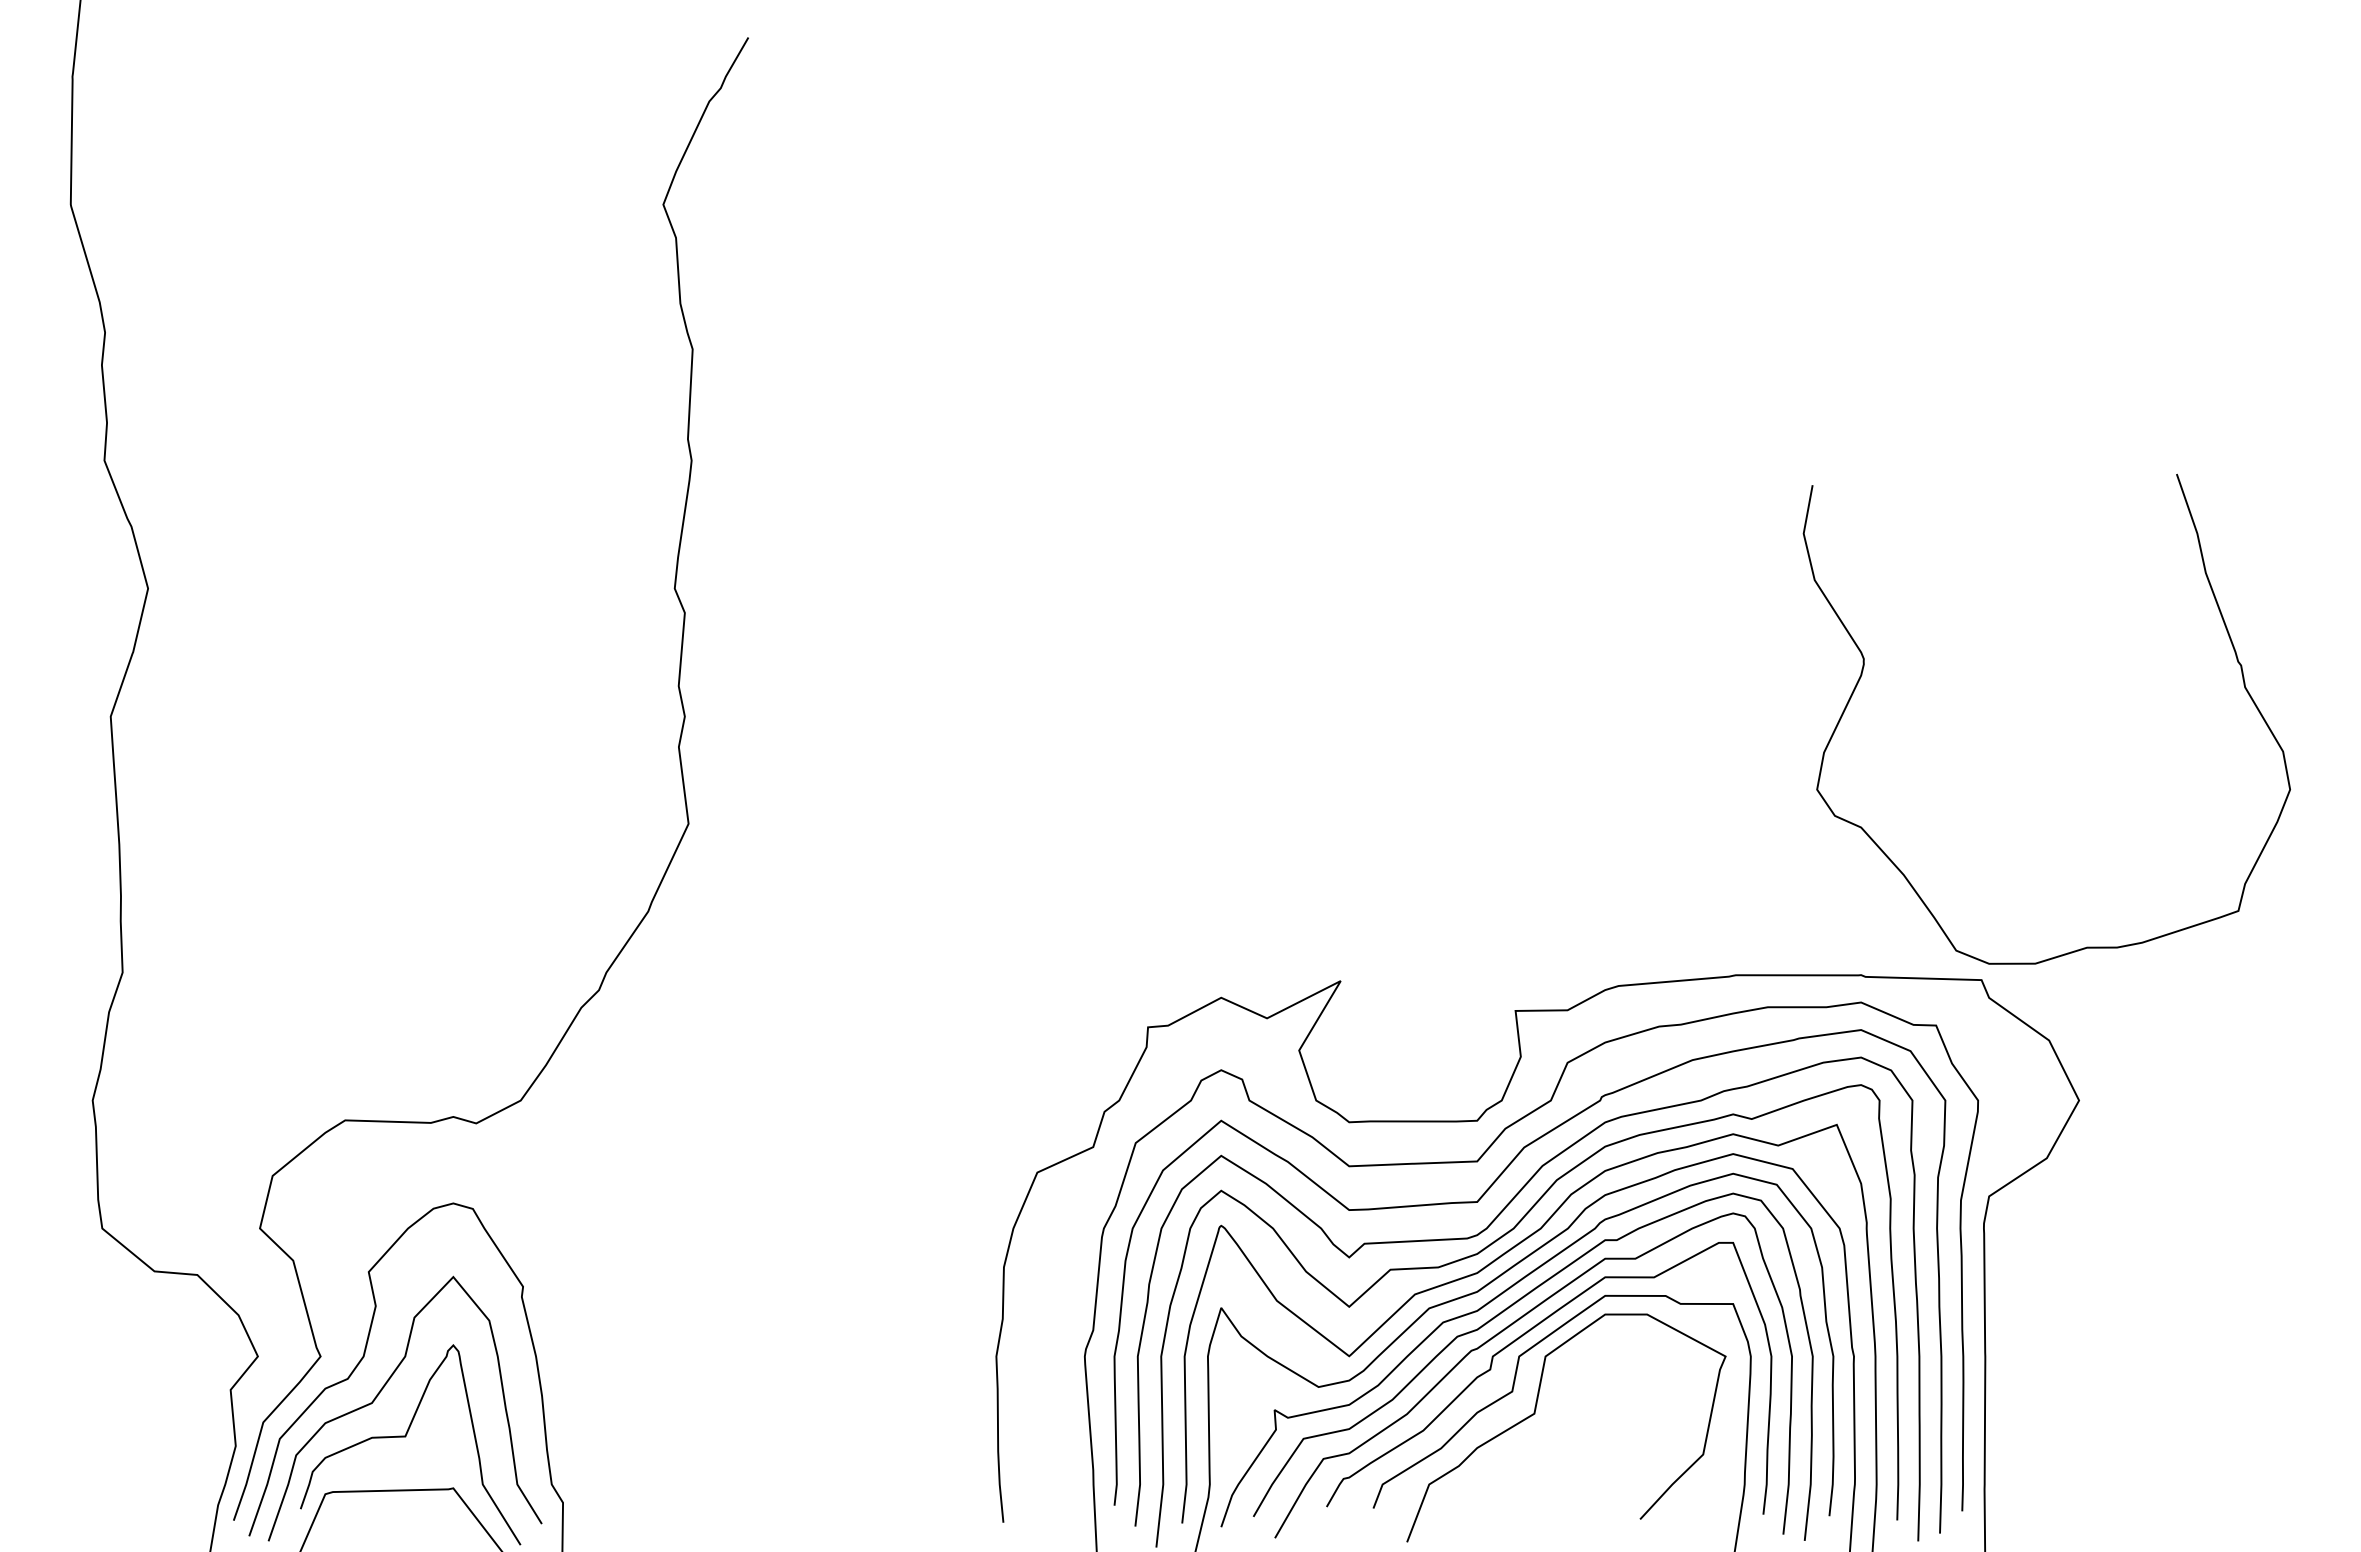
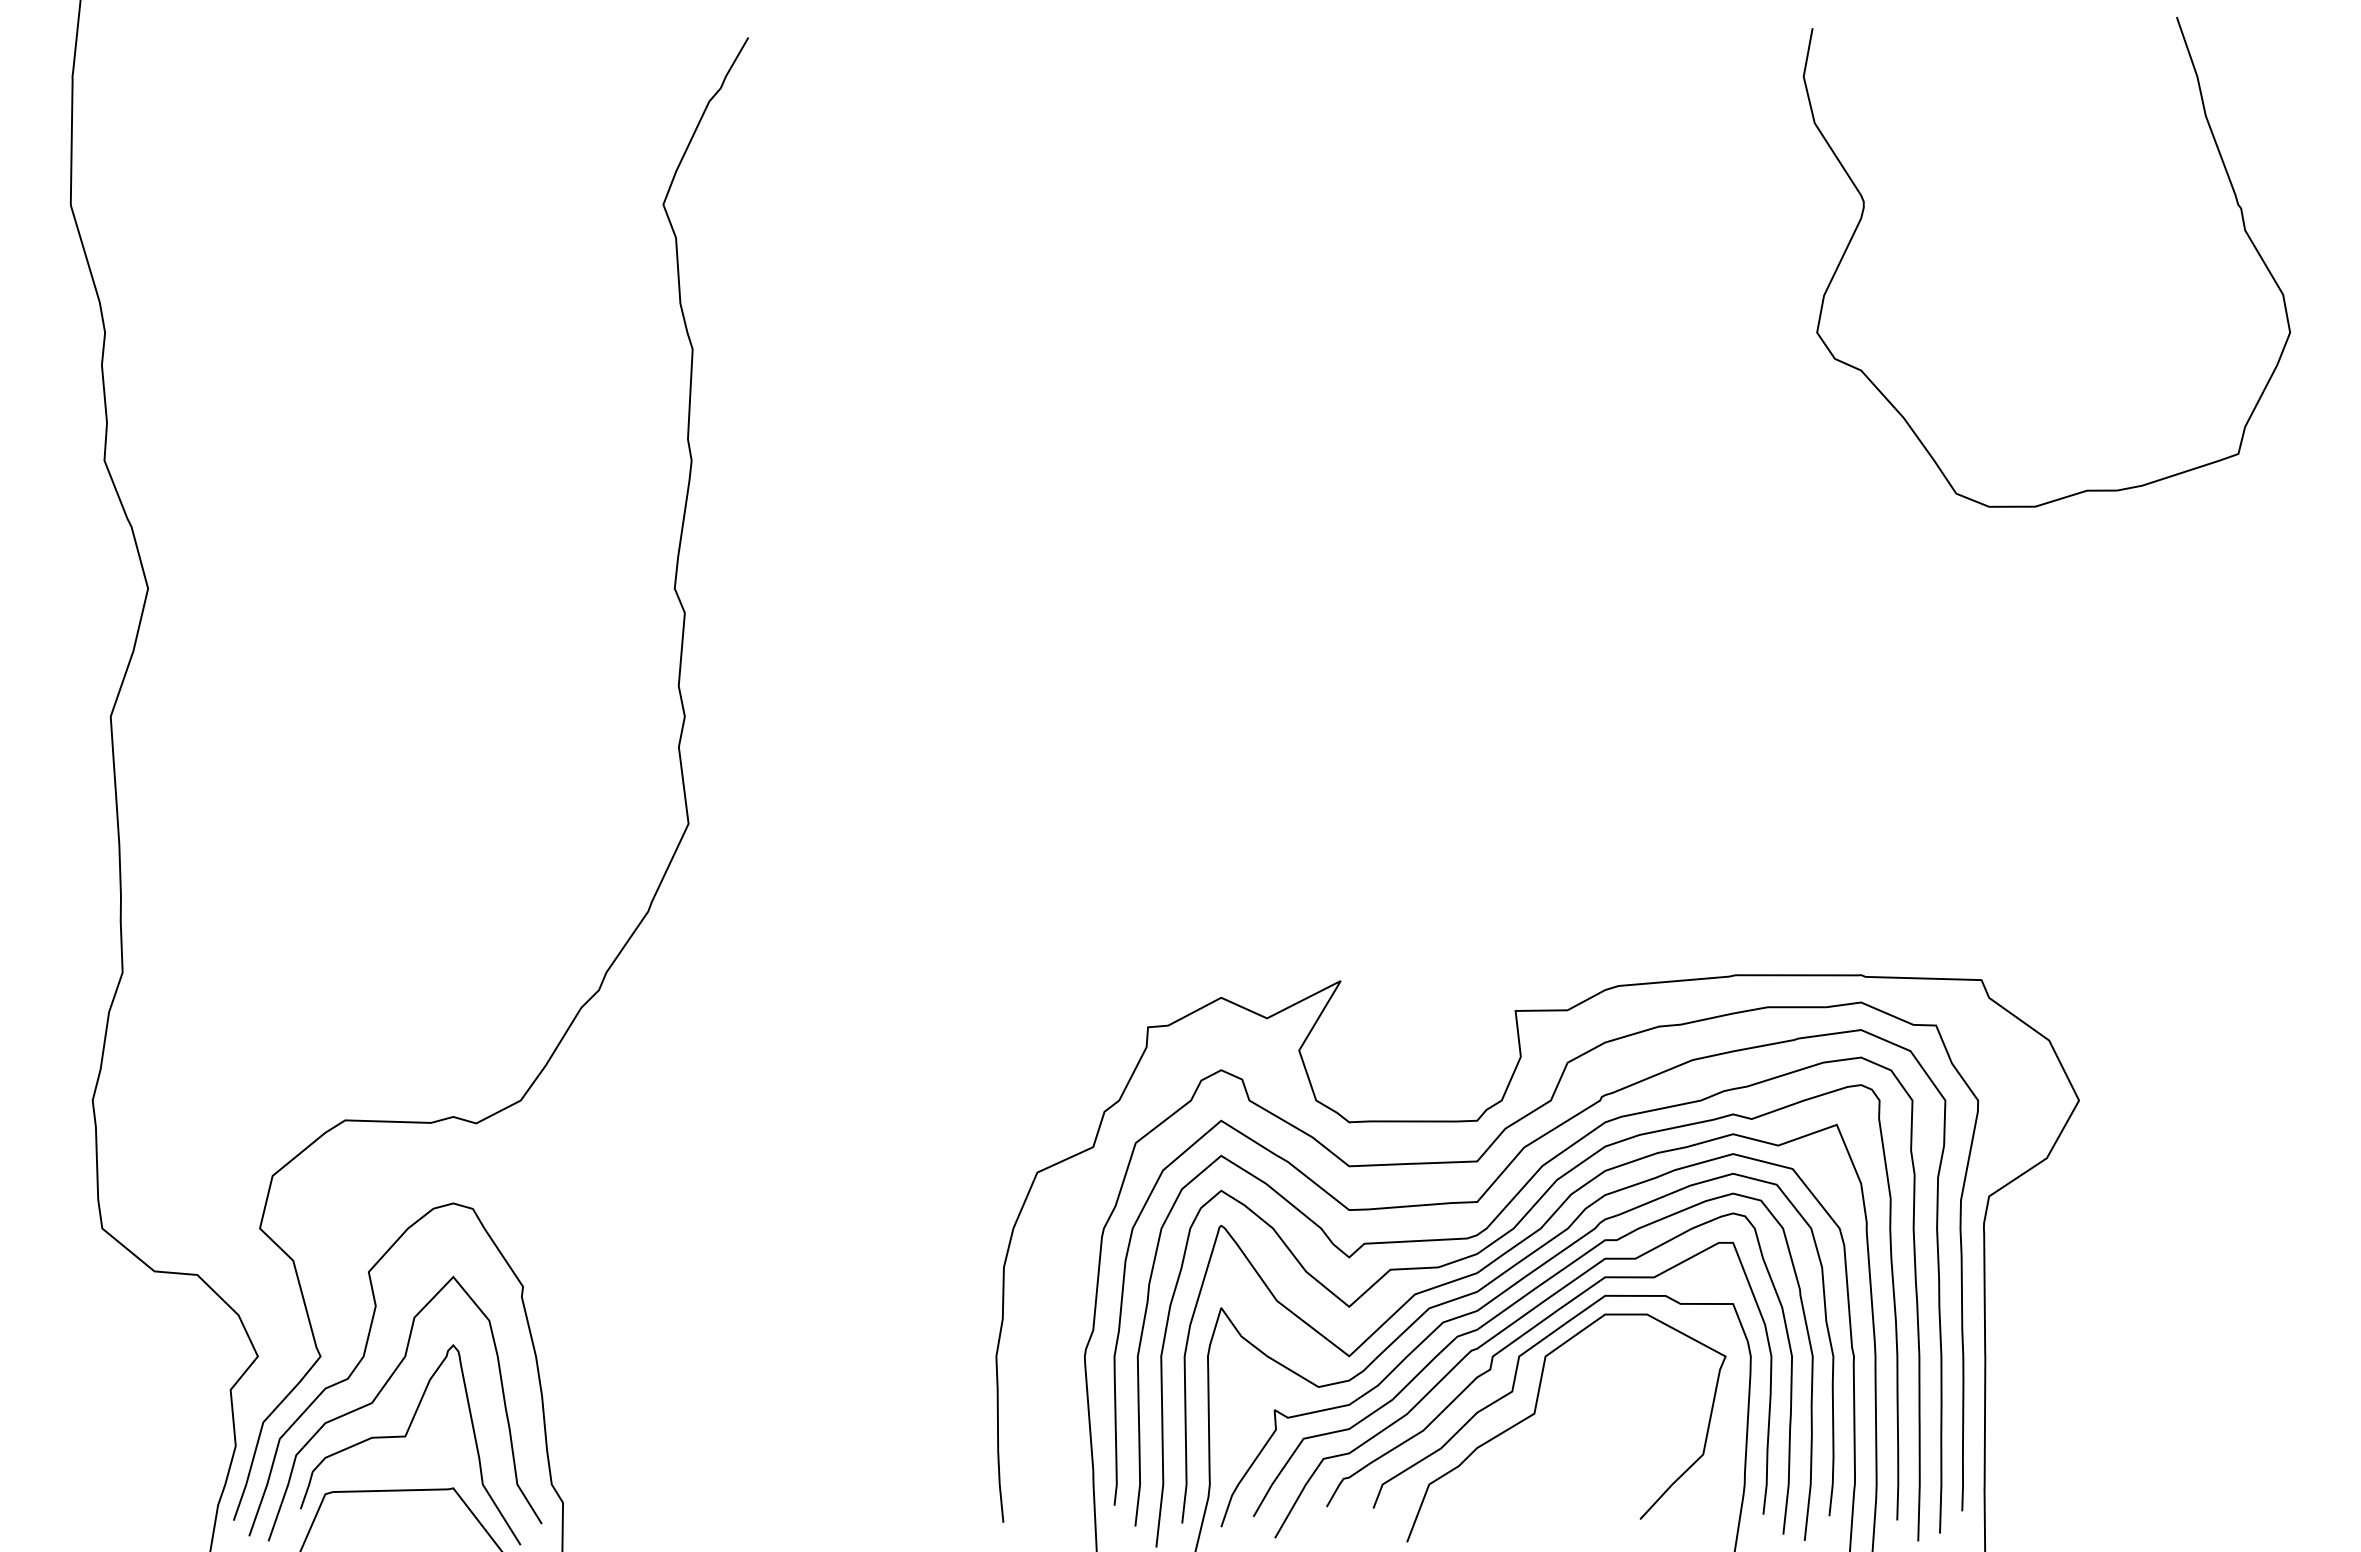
curve at (1863, 671) position: (1863, 671) -> (1863, 214)
